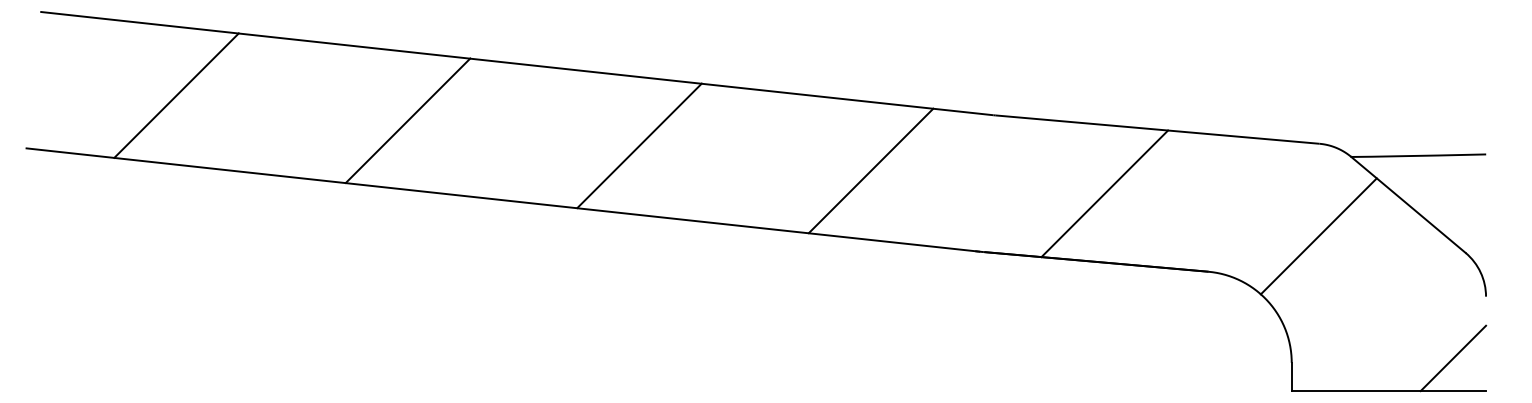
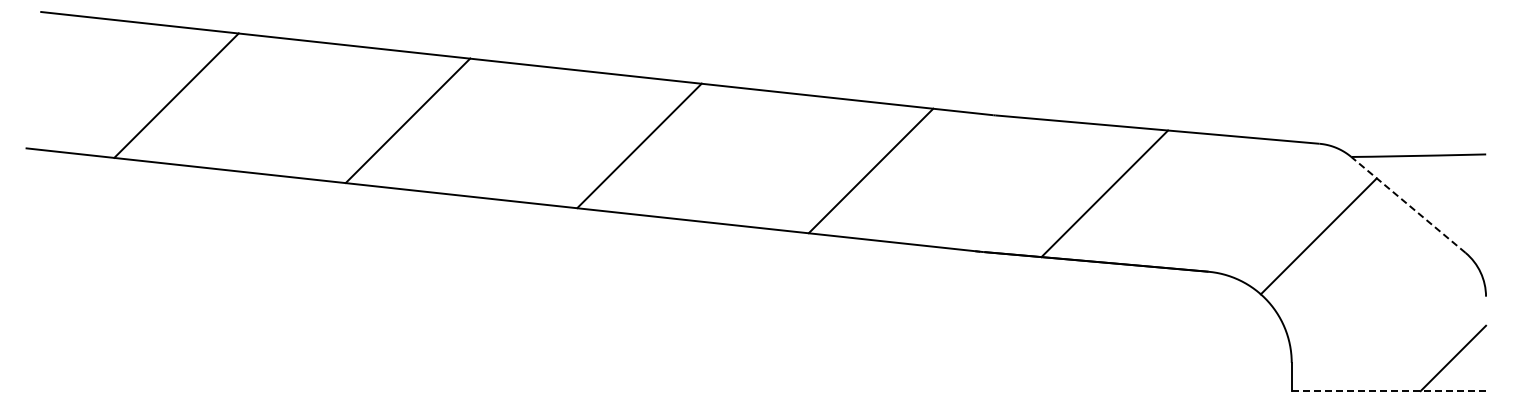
line at (1408, 204): solid -> dashed
line at (1388, 391): solid -> dashed
